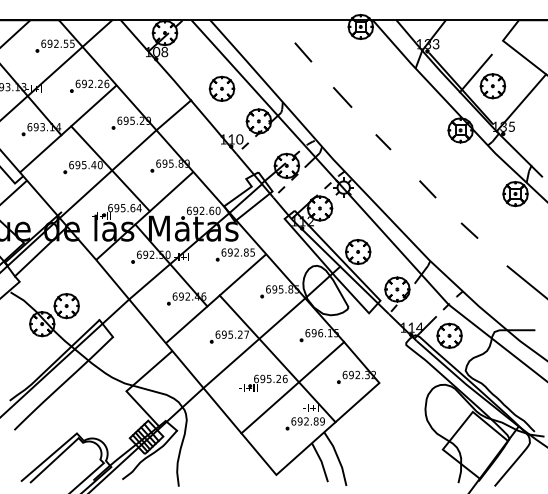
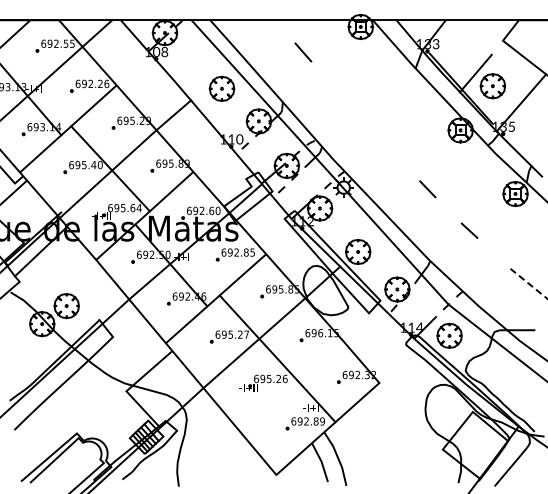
line at (342, 97): present -> none
line at (383, 142): present -> none
line at (527, 282): solid -> dashed
line at (292, 387): present -> none
